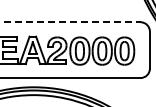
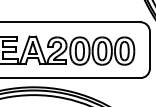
line at (70, 22): dashed -> solid
